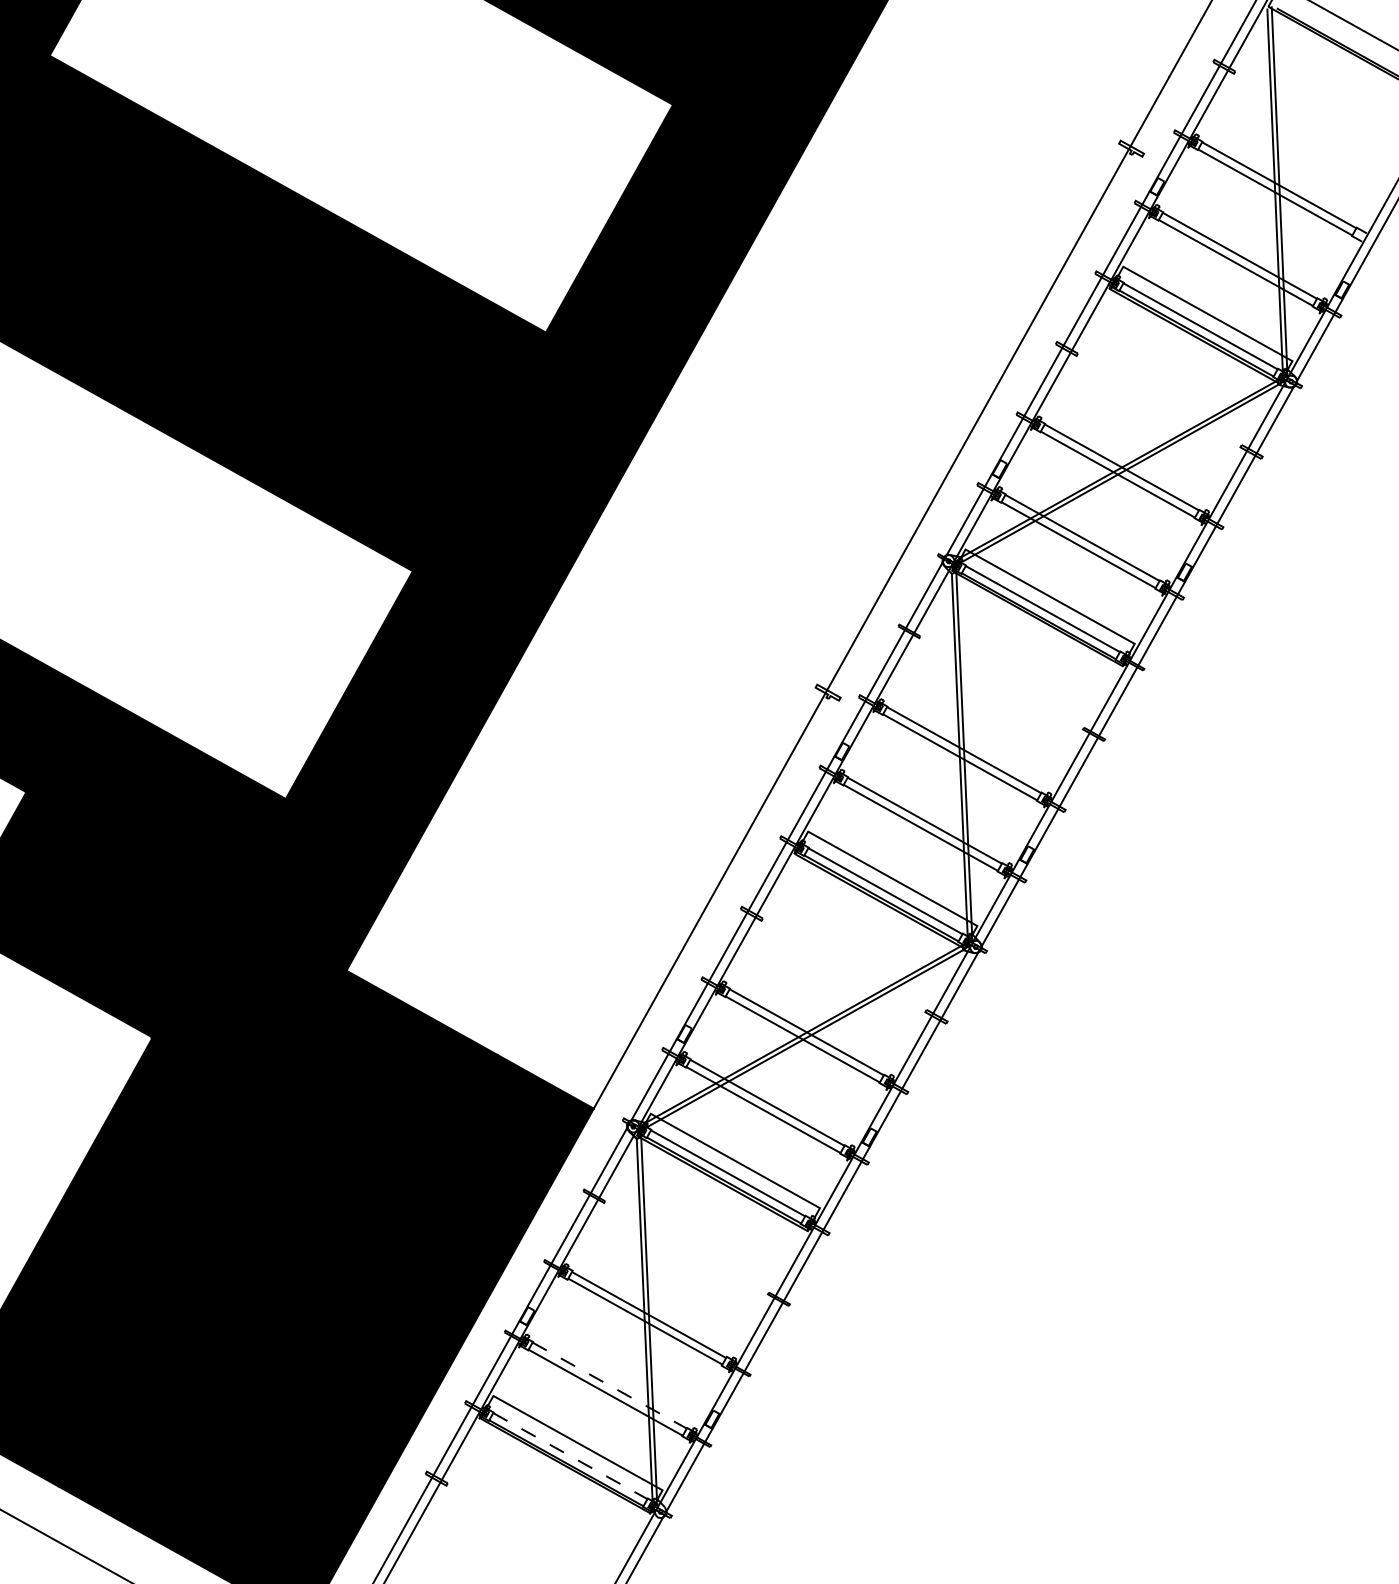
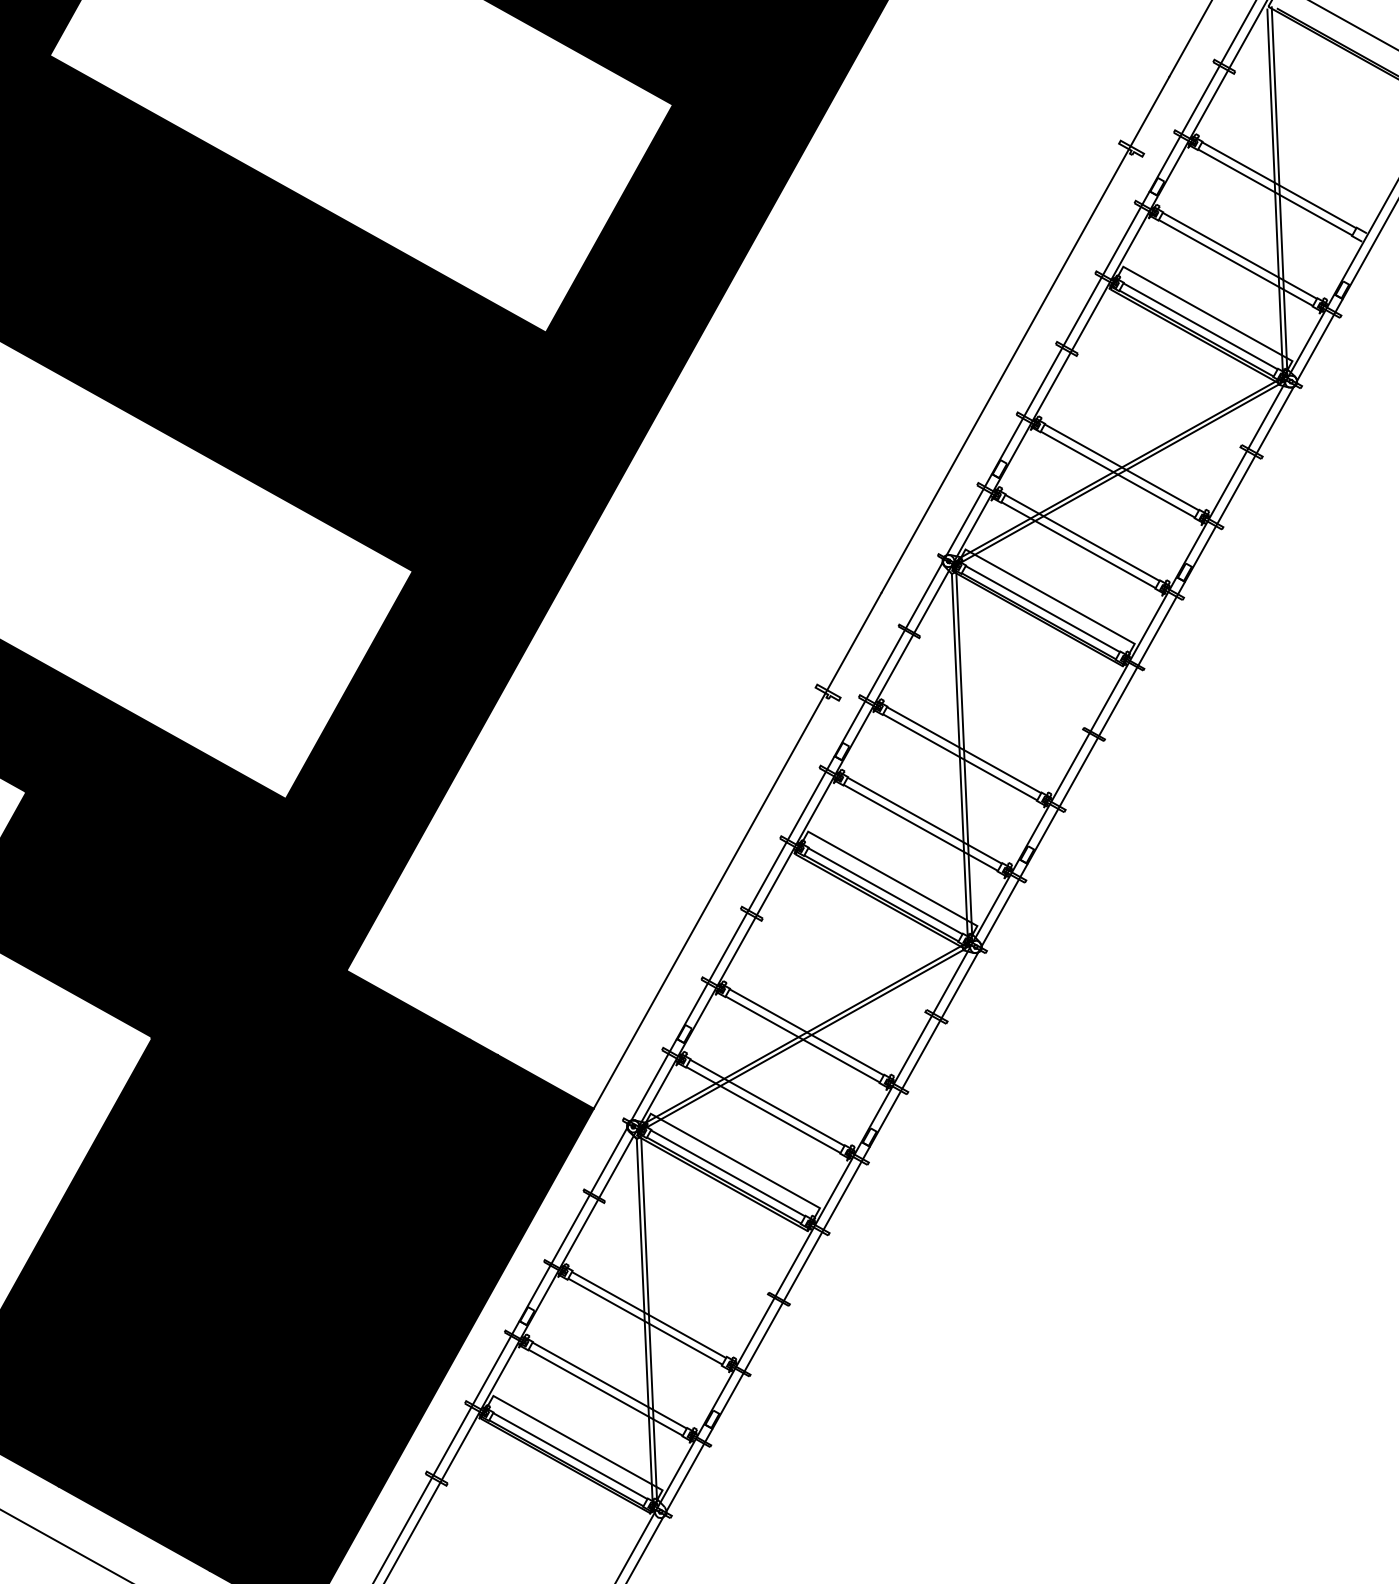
line at (610, 1385): dashed -> solid
line at (570, 1456): dashed -> solid
